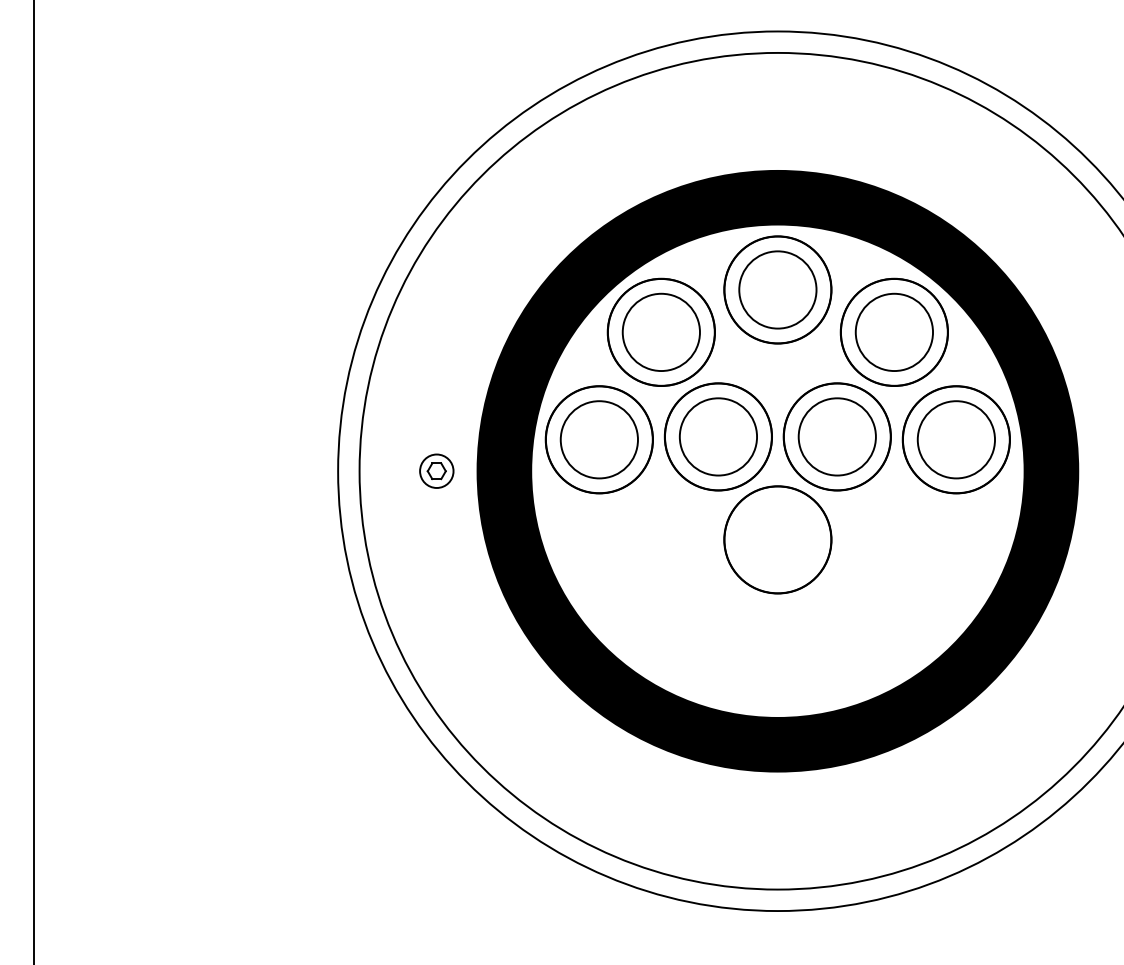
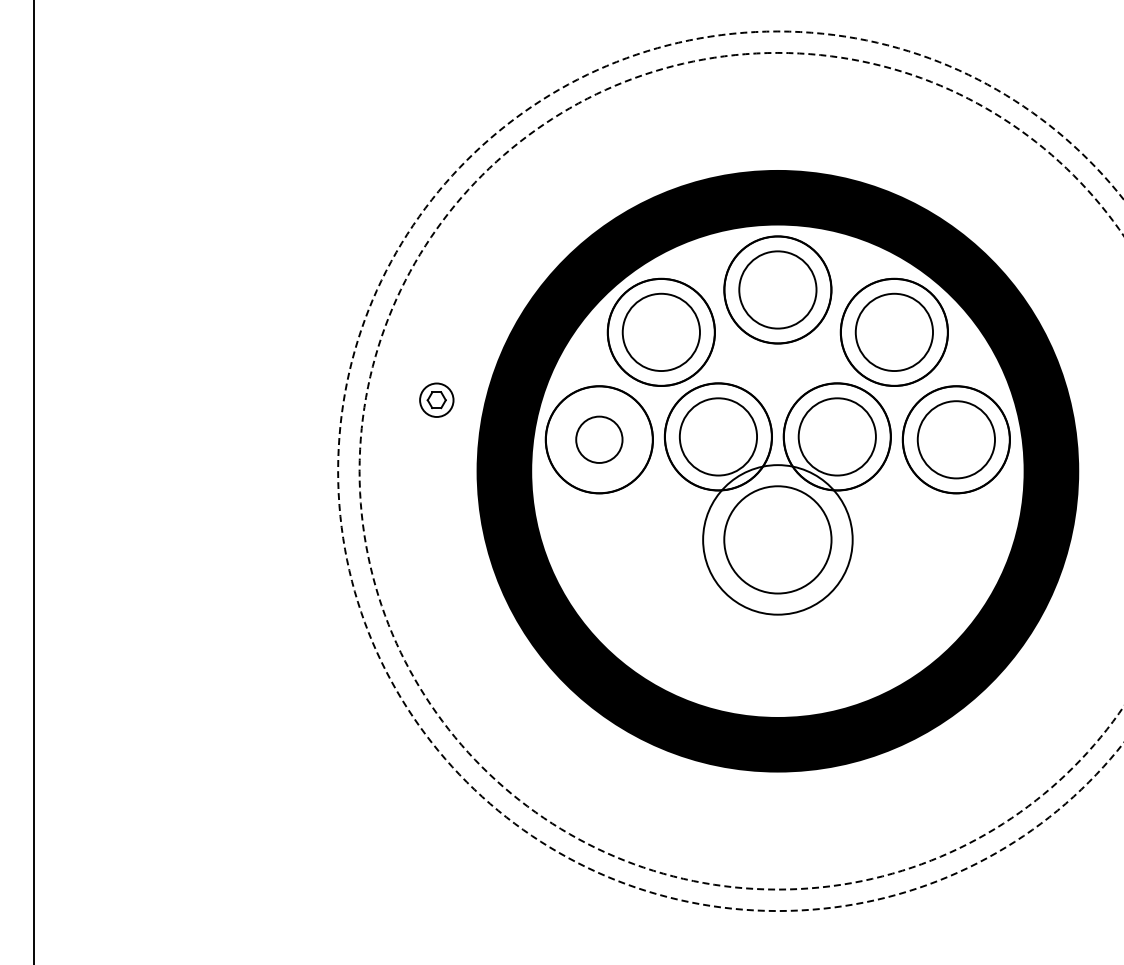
circle at (598, 439) diameter: 77 px -> 46 px
part at (436, 470) position: (436, 470) -> (436, 399)
circle at (741, 470): solid -> dashed
circle at (730, 471): solid -> dashed
circle at (777, 539) diameter: 107 px -> 150 px
